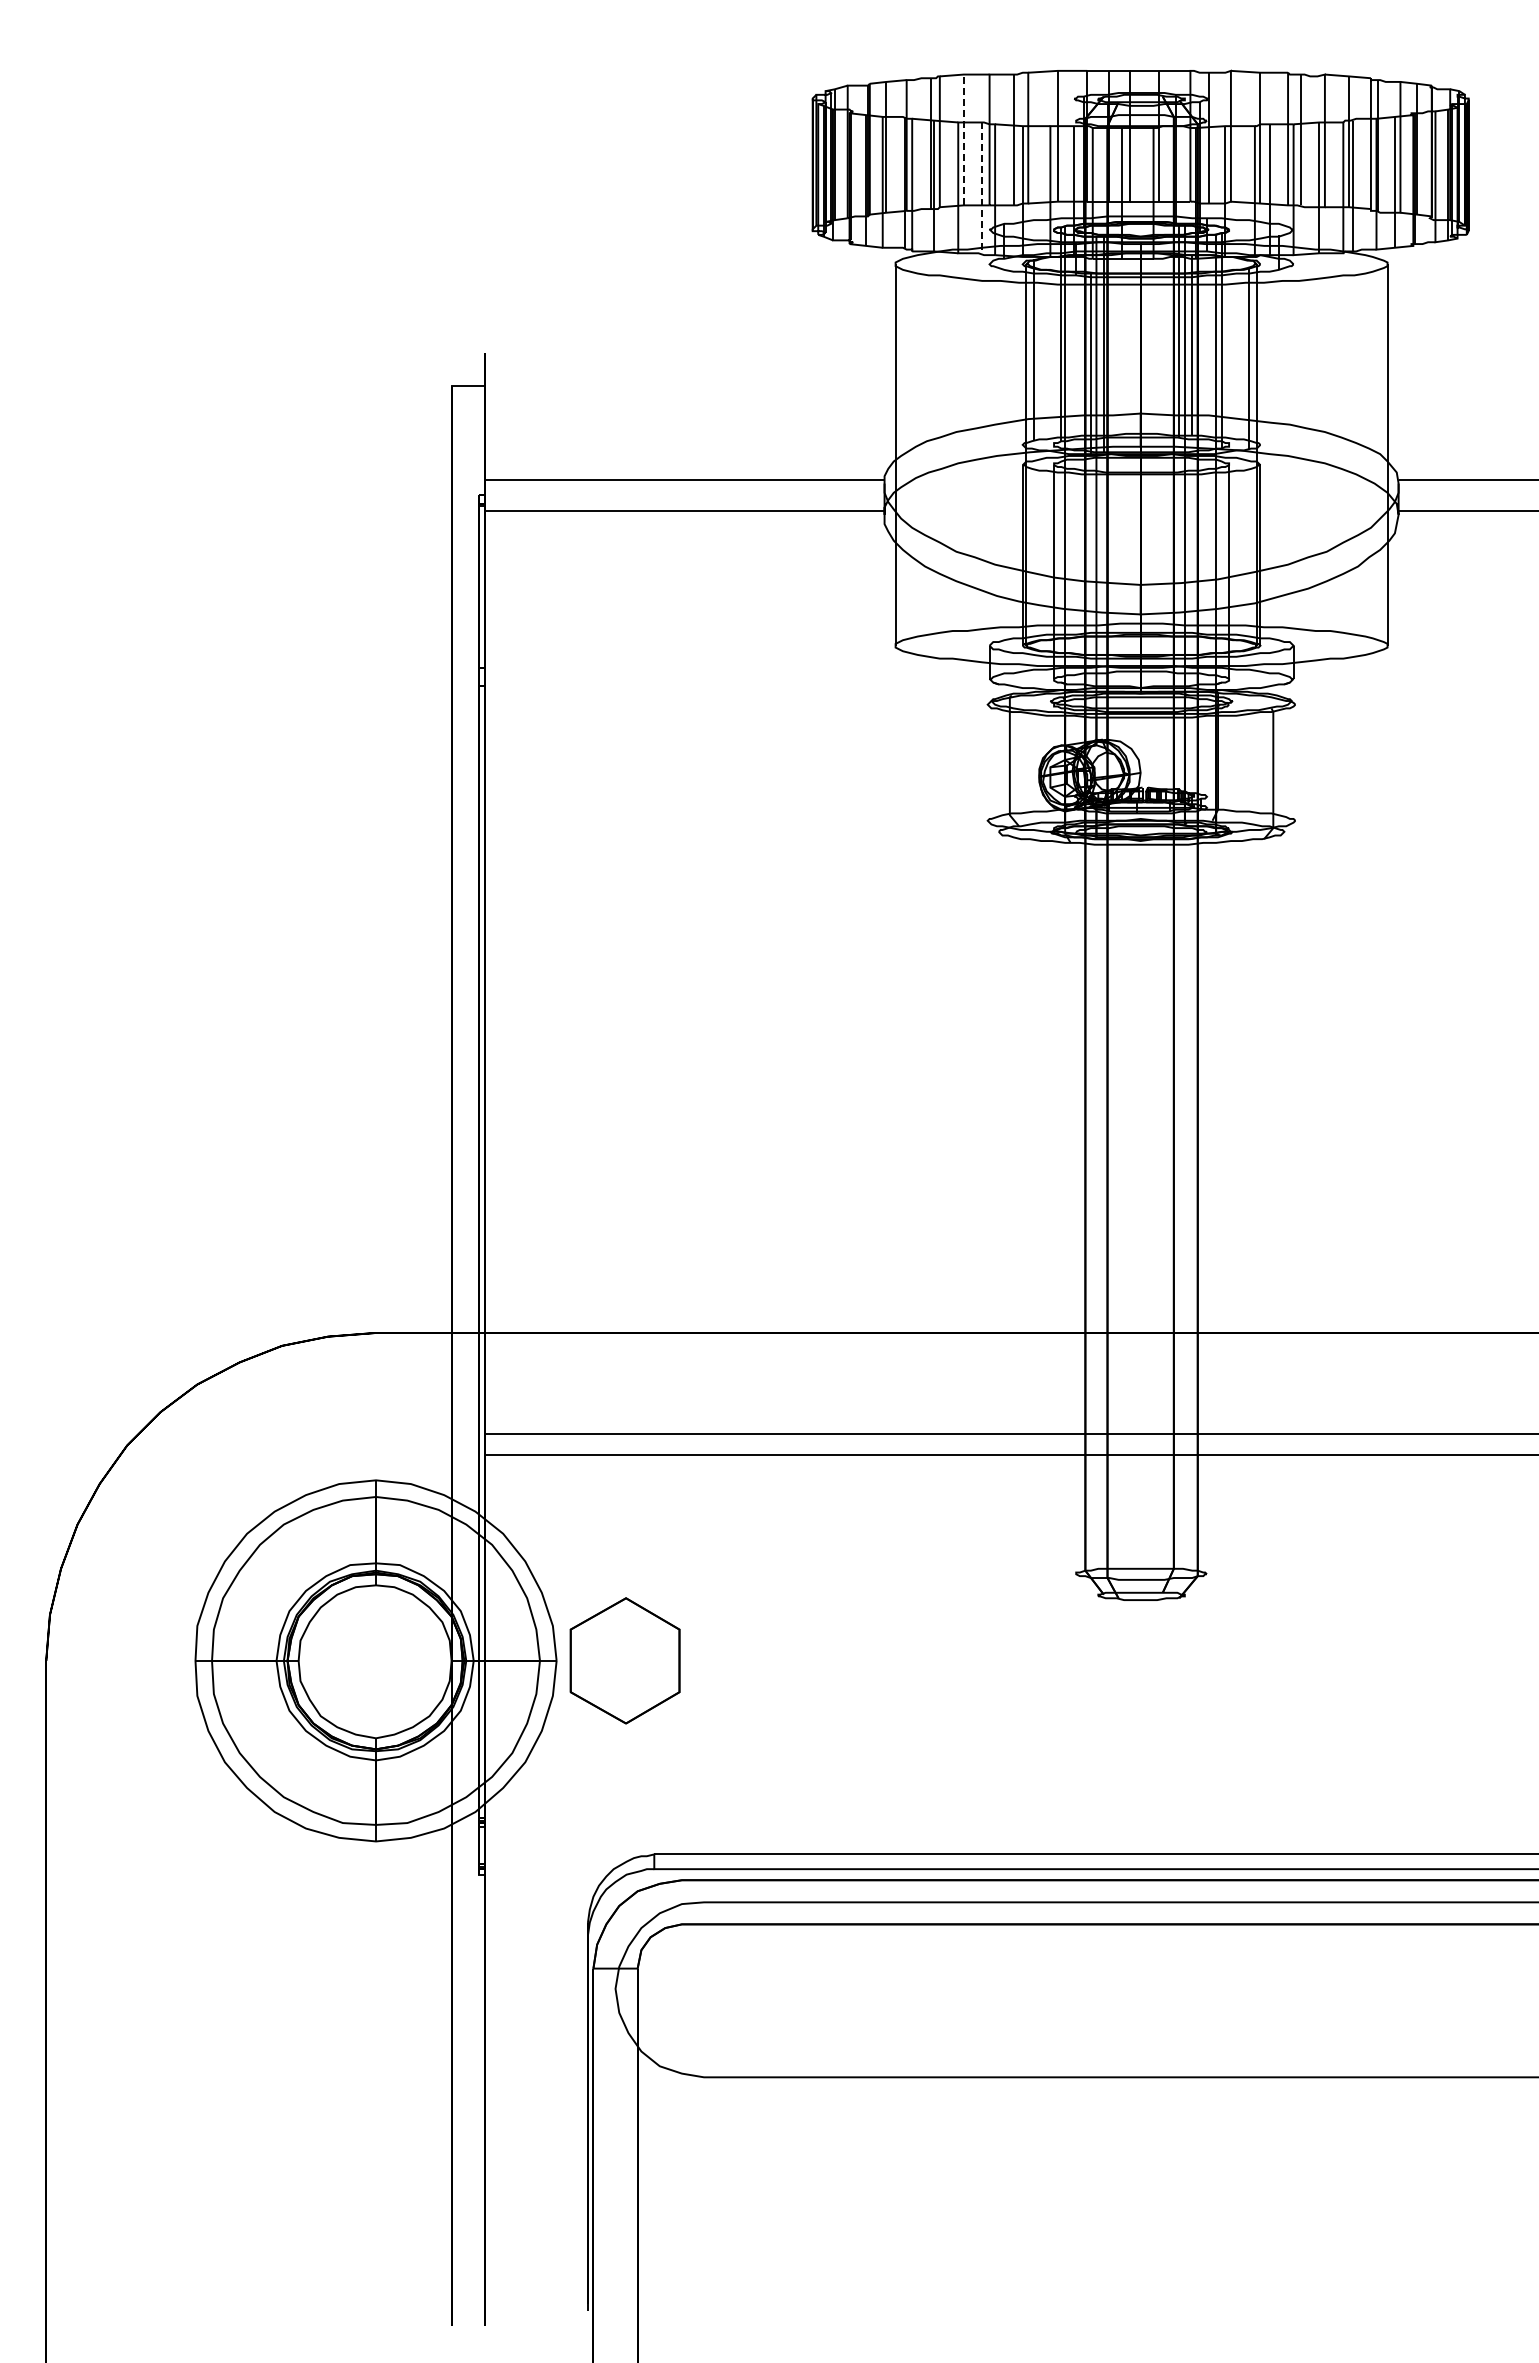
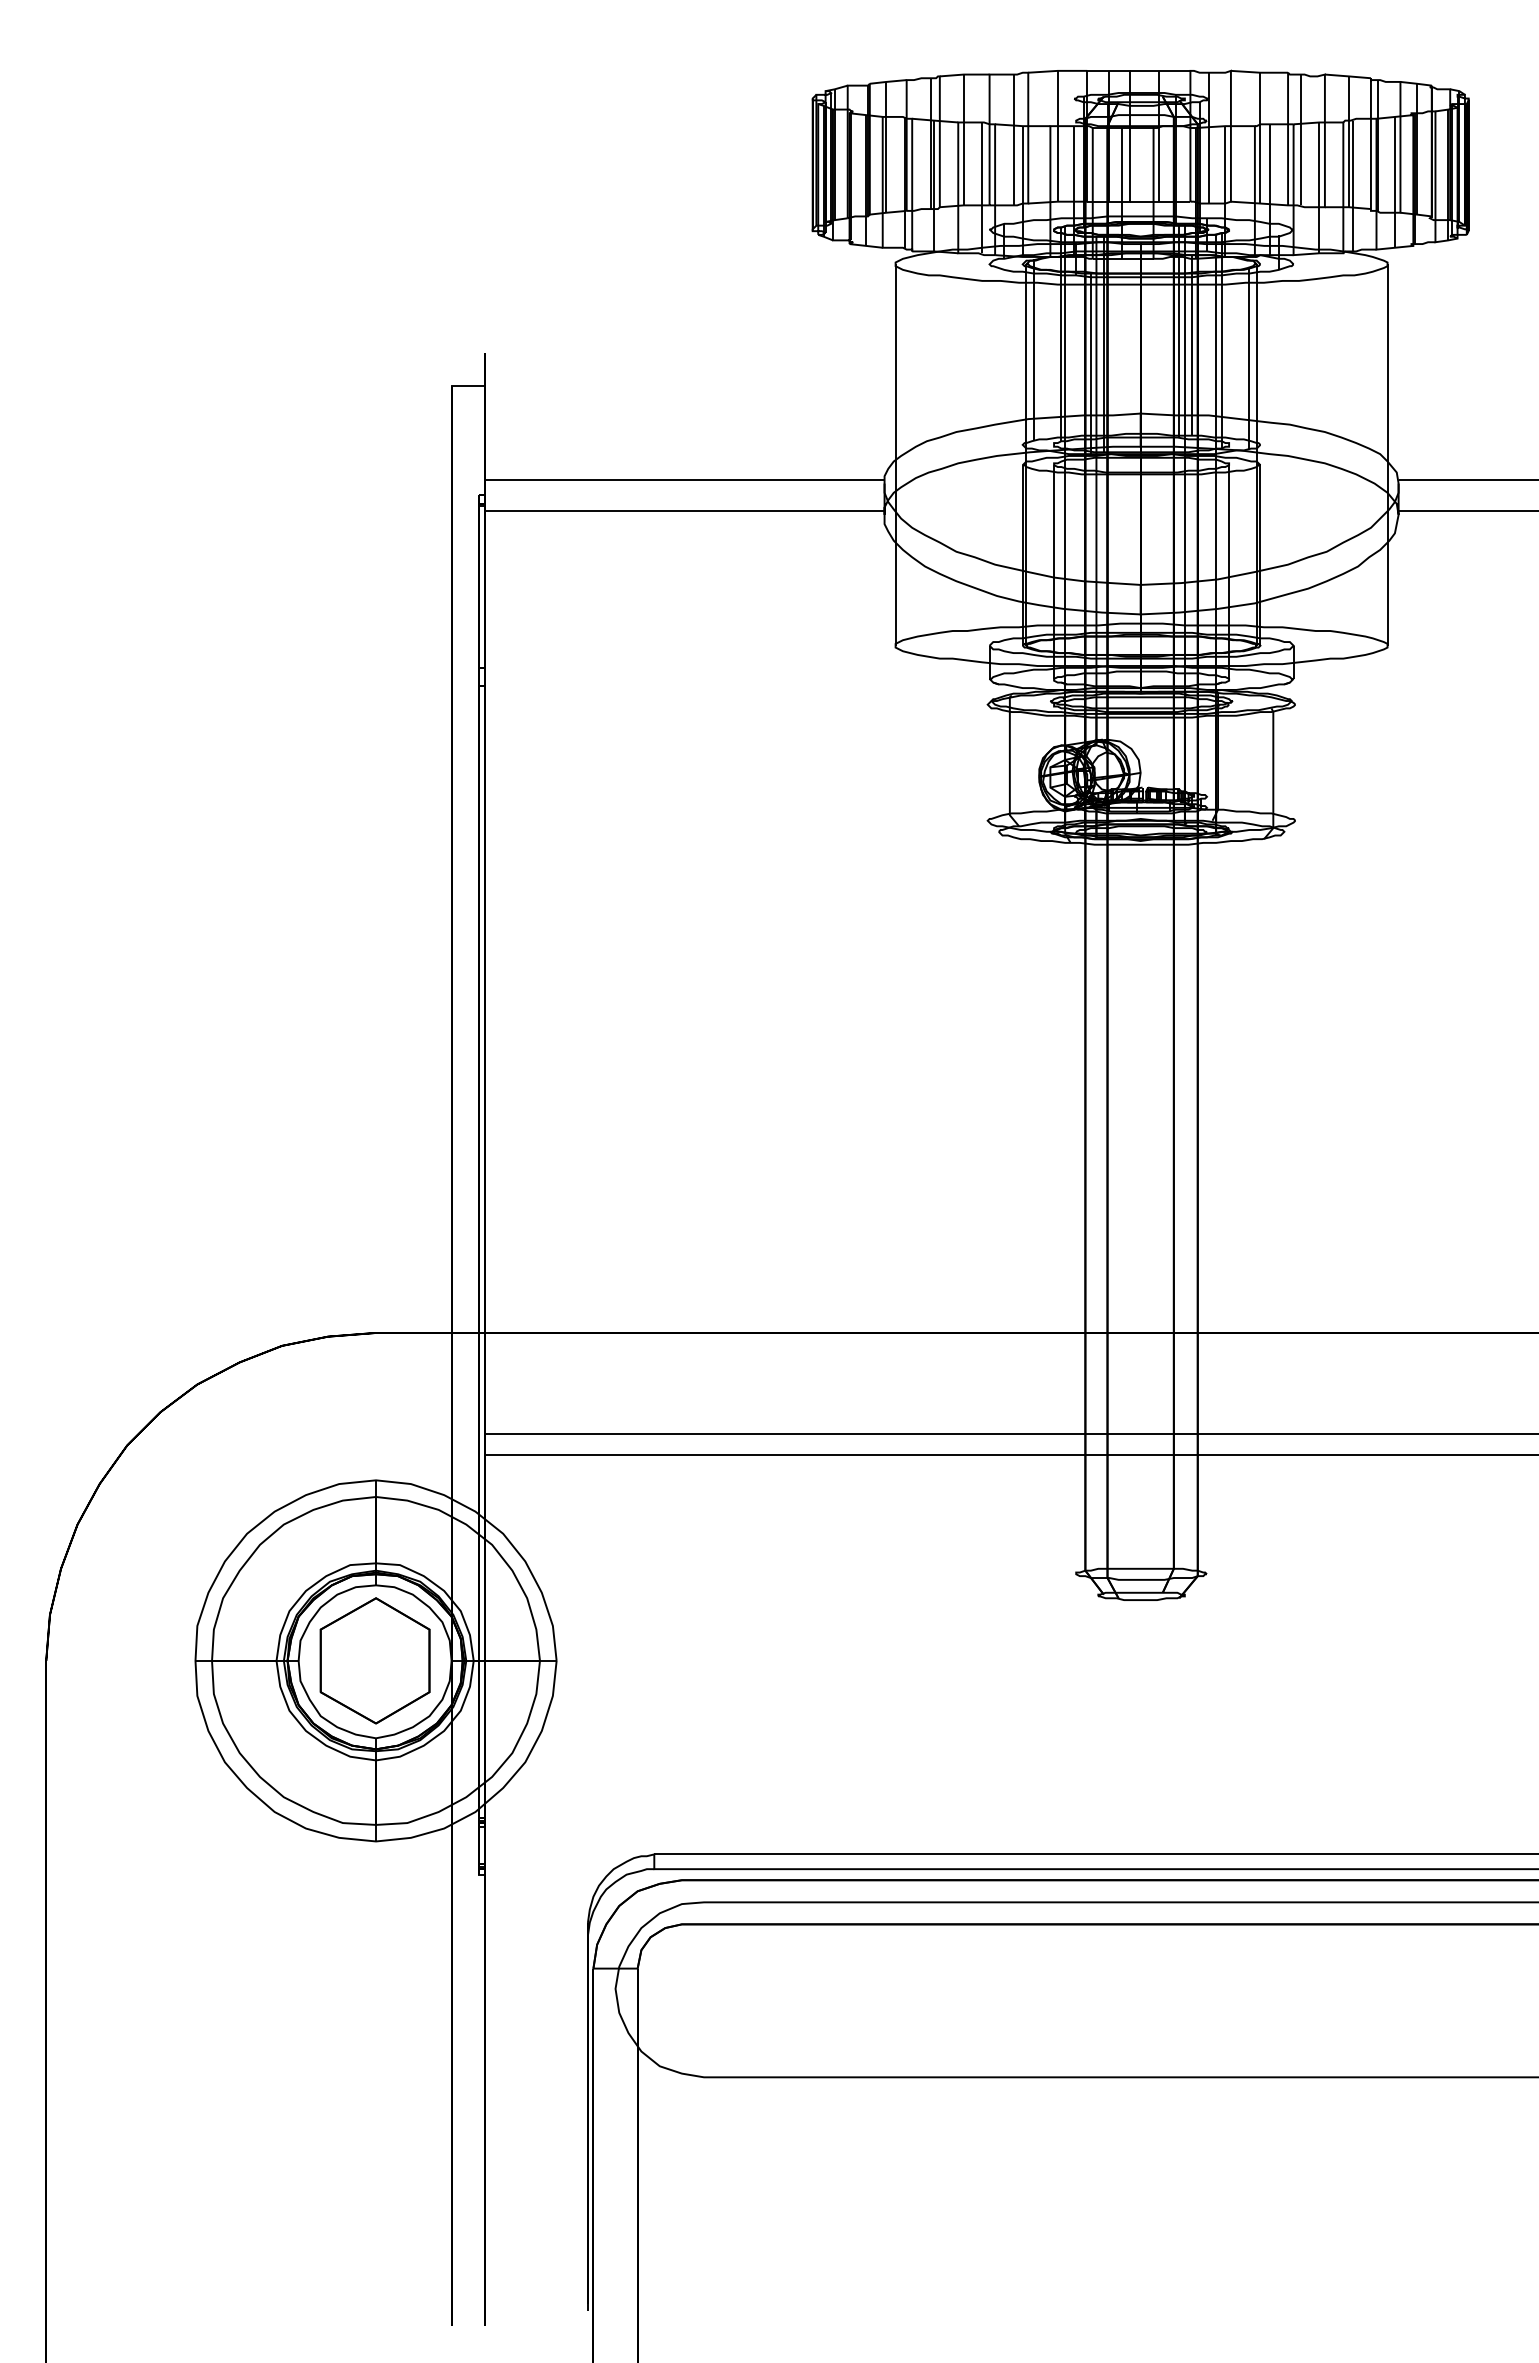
line at (963, 139): dashed -> solid
line at (982, 188): dashed -> solid
part at (624, 1660) position: (624, 1660) -> (374, 1660)
